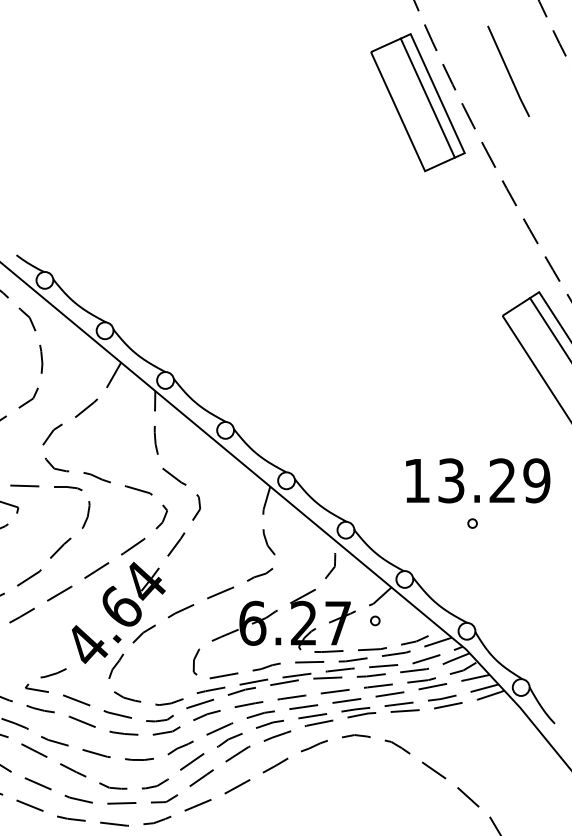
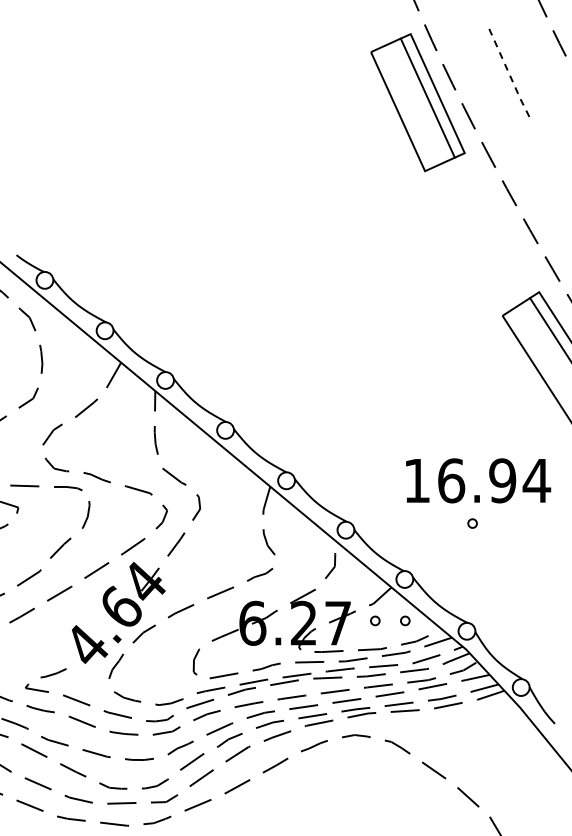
line at (508, 72): solid -> dashed
text at (494, 480): 13.29 -> 16.94
part at (405, 620): none -> present
